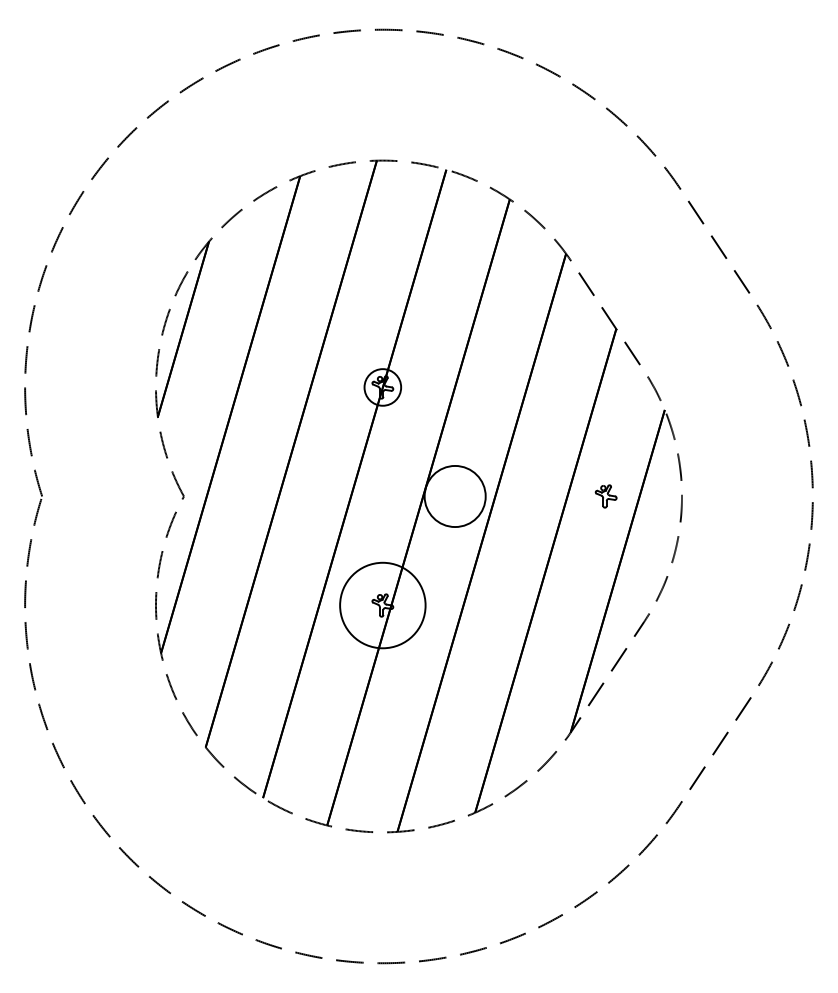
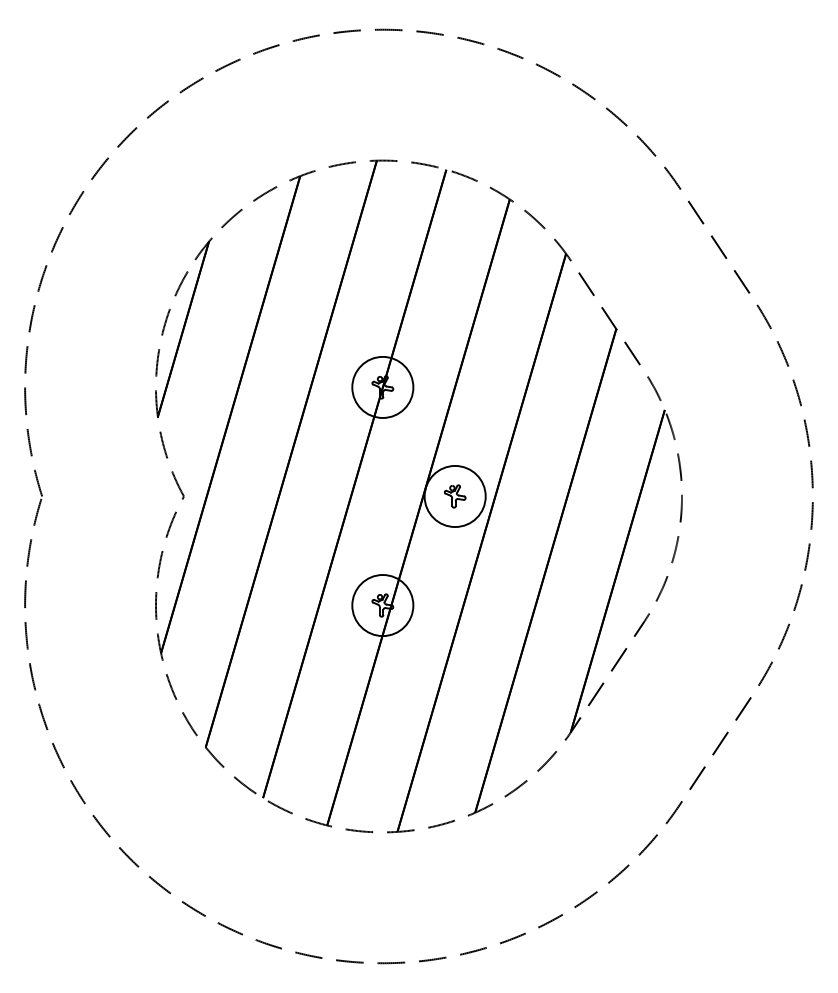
circle at (382, 387) diameter: 37 px -> 61 px
part at (605, 496) position: (605, 496) -> (454, 496)
circle at (382, 605) diameter: 85 px -> 61 px
